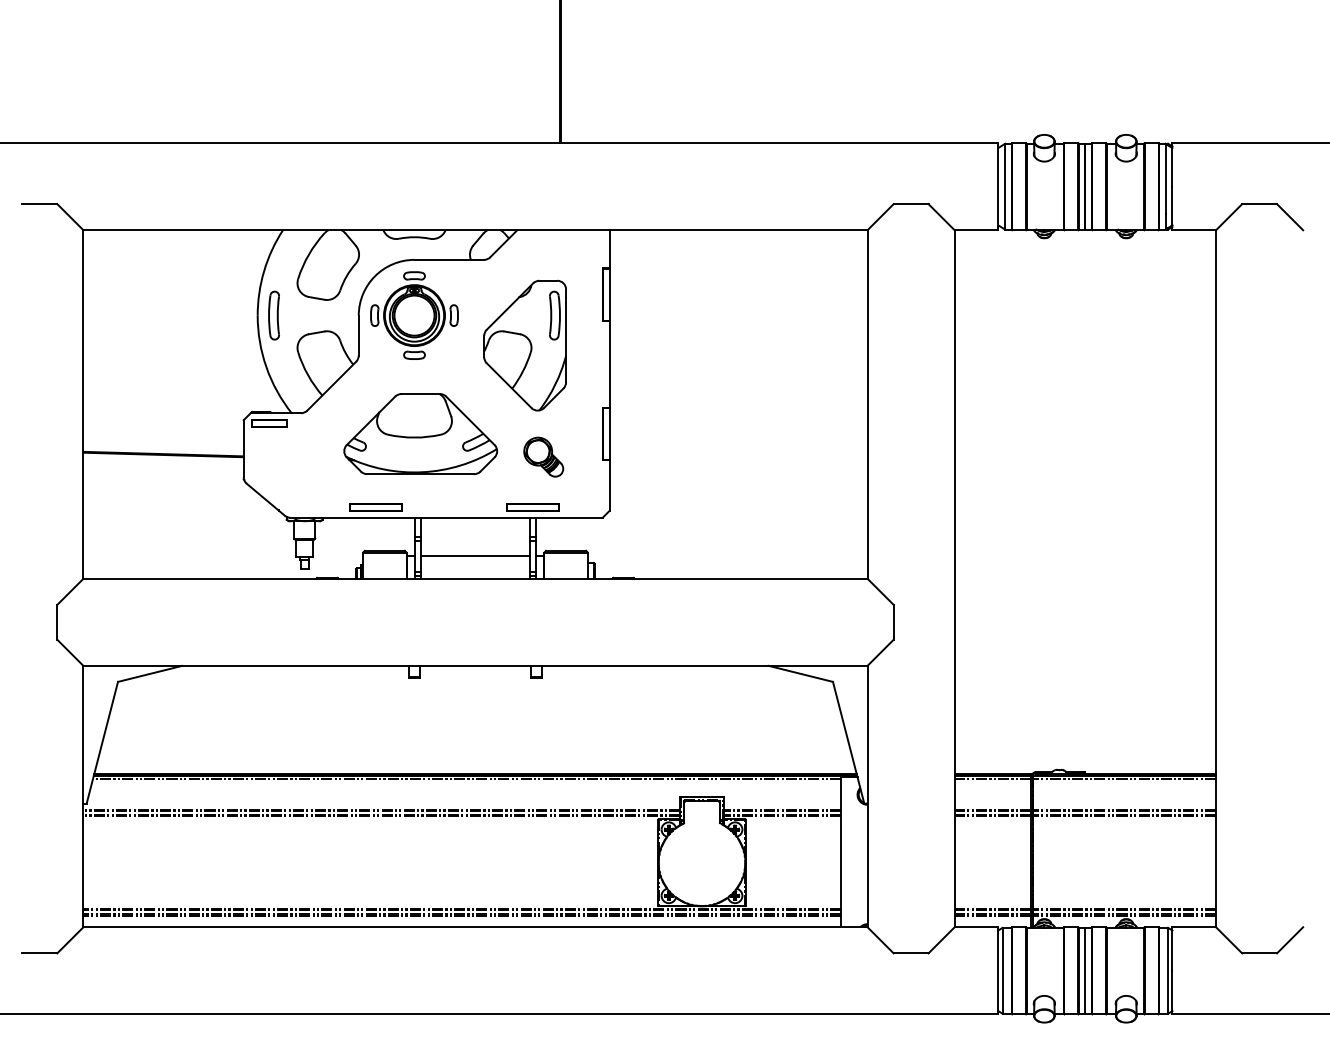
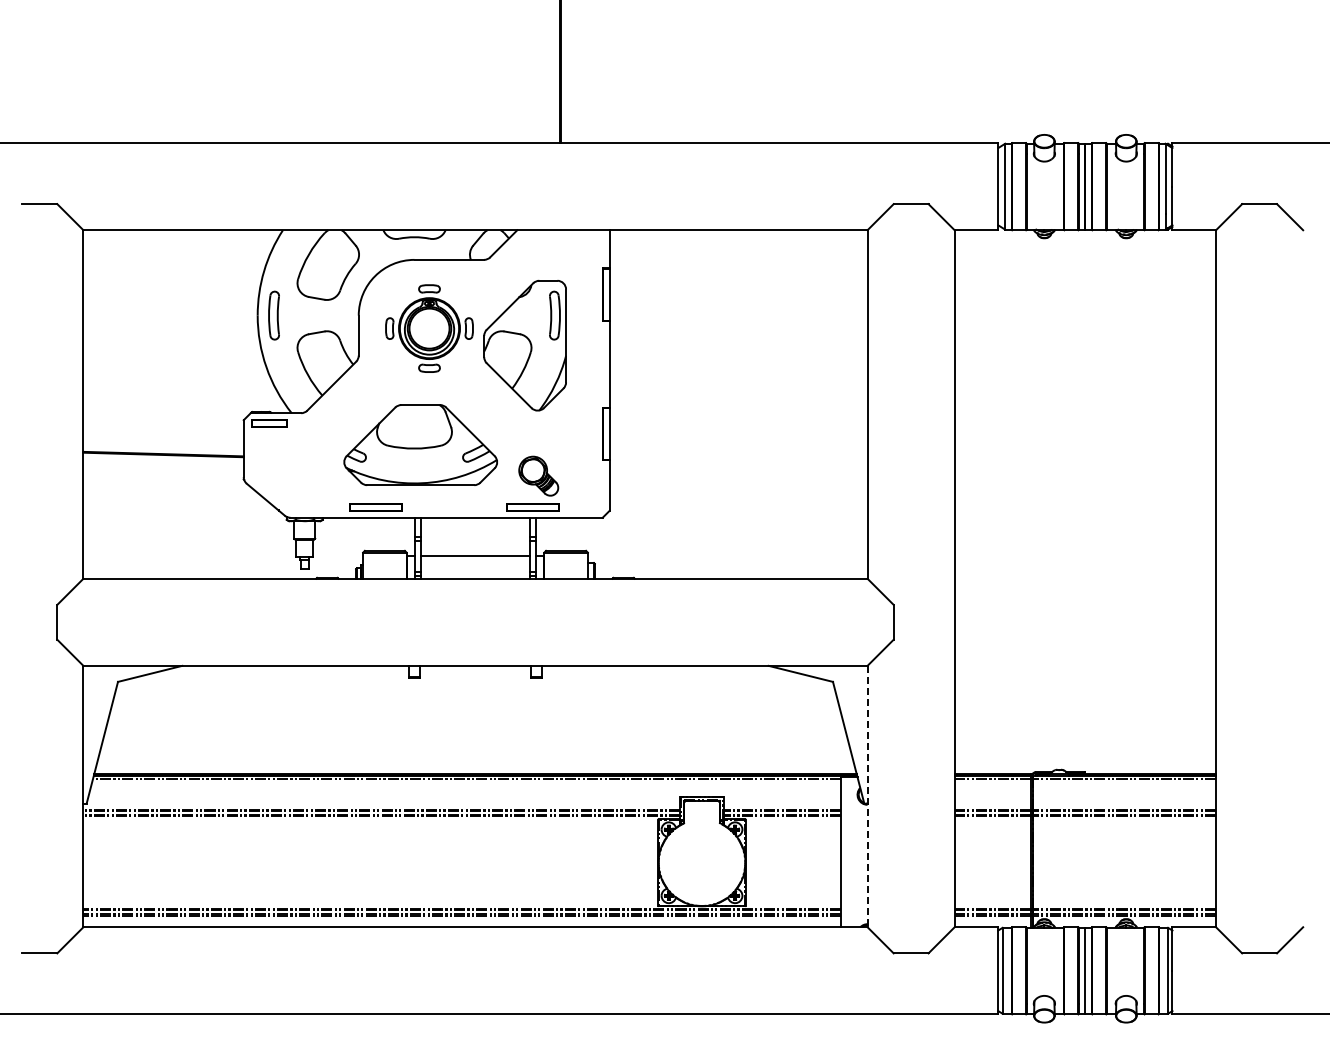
part at (414, 315) position: (414, 315) -> (429, 328)
part at (420, 433) position: (420, 433) -> (420, 444)
part at (543, 456) position: (543, 456) -> (538, 475)
line at (867, 796): solid -> dashed
